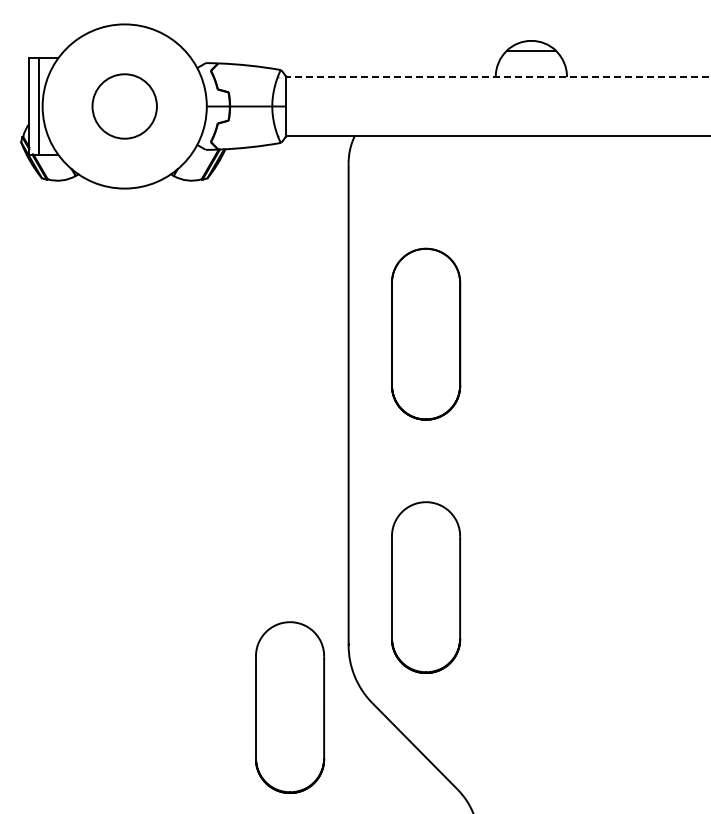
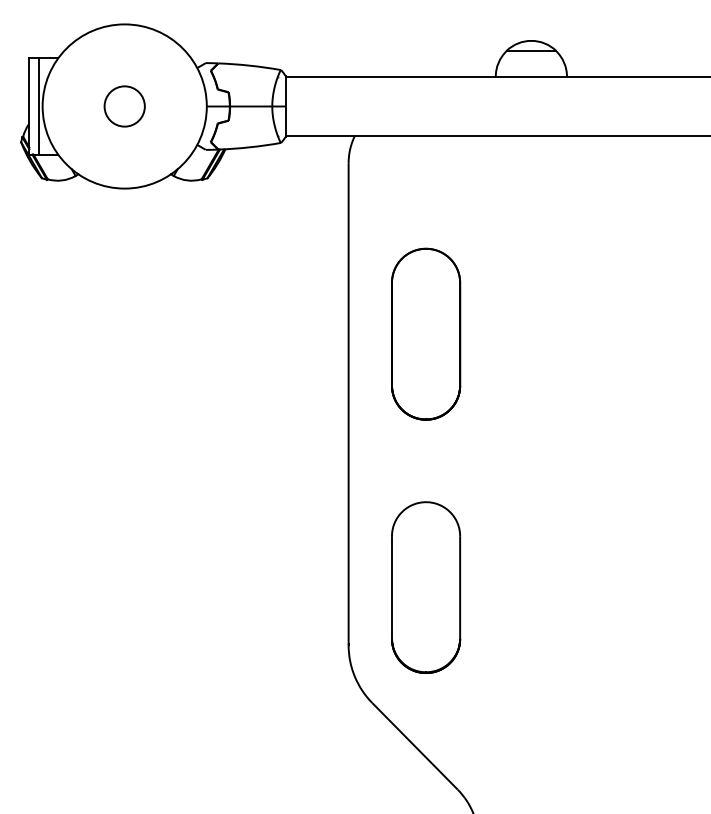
line at (497, 77): dashed -> solid
circle at (124, 106) diameter: 64 px -> 40 px
part at (290, 707): present -> none
